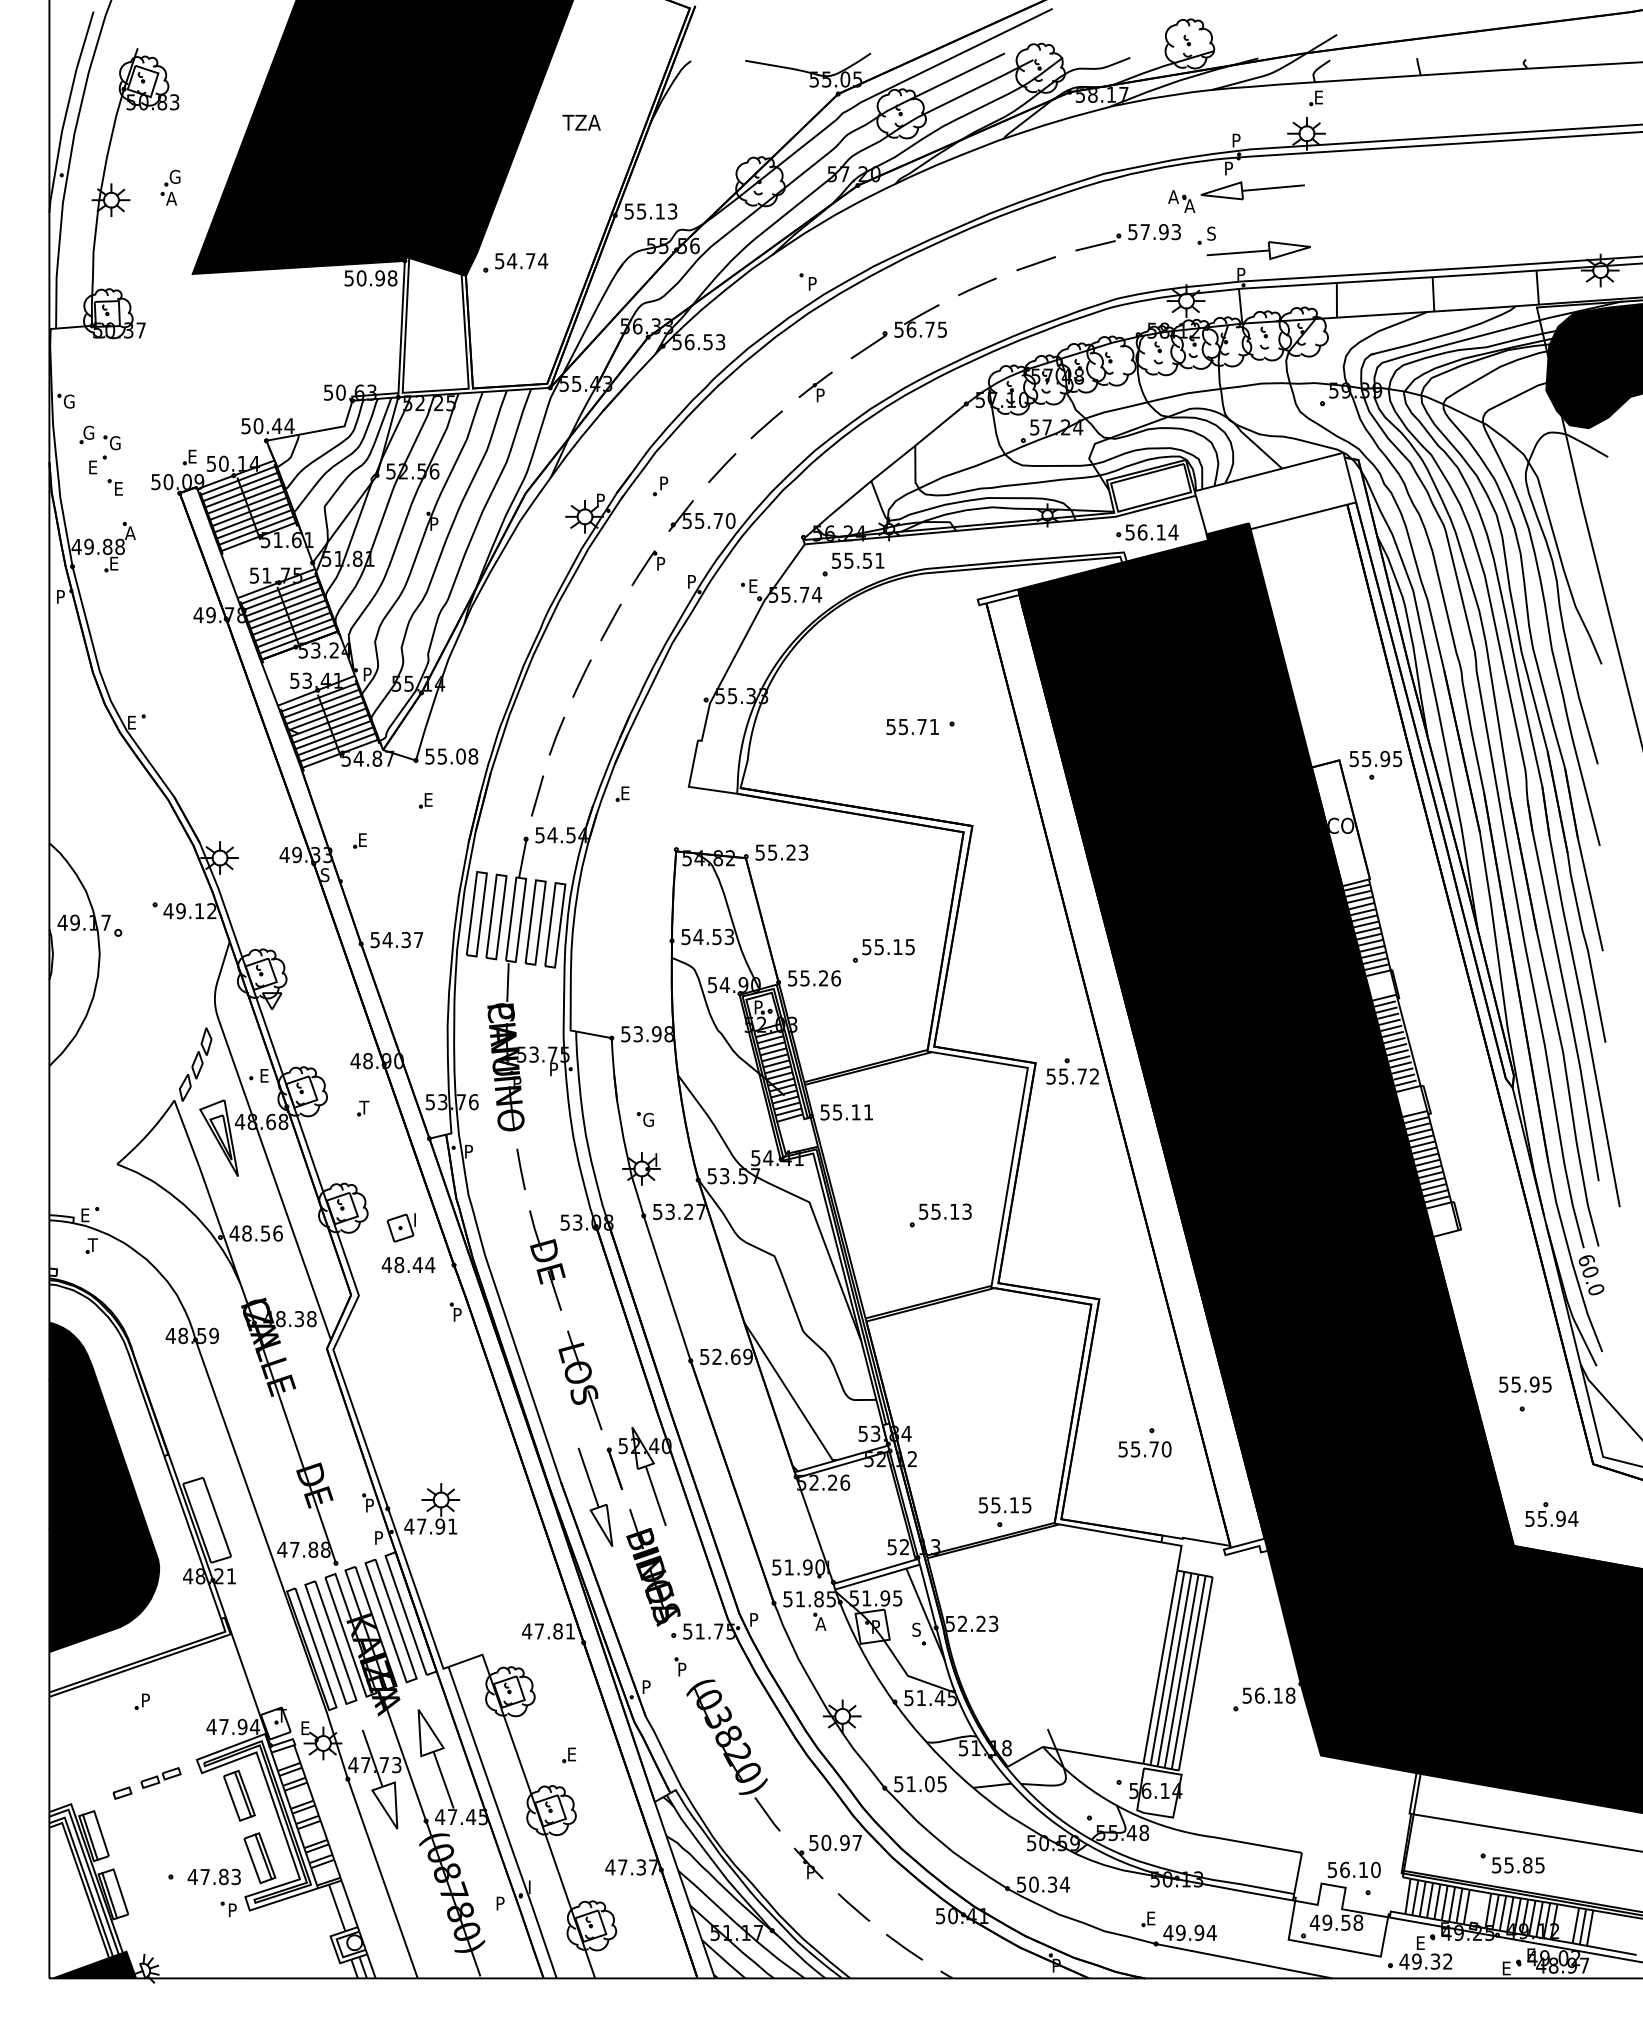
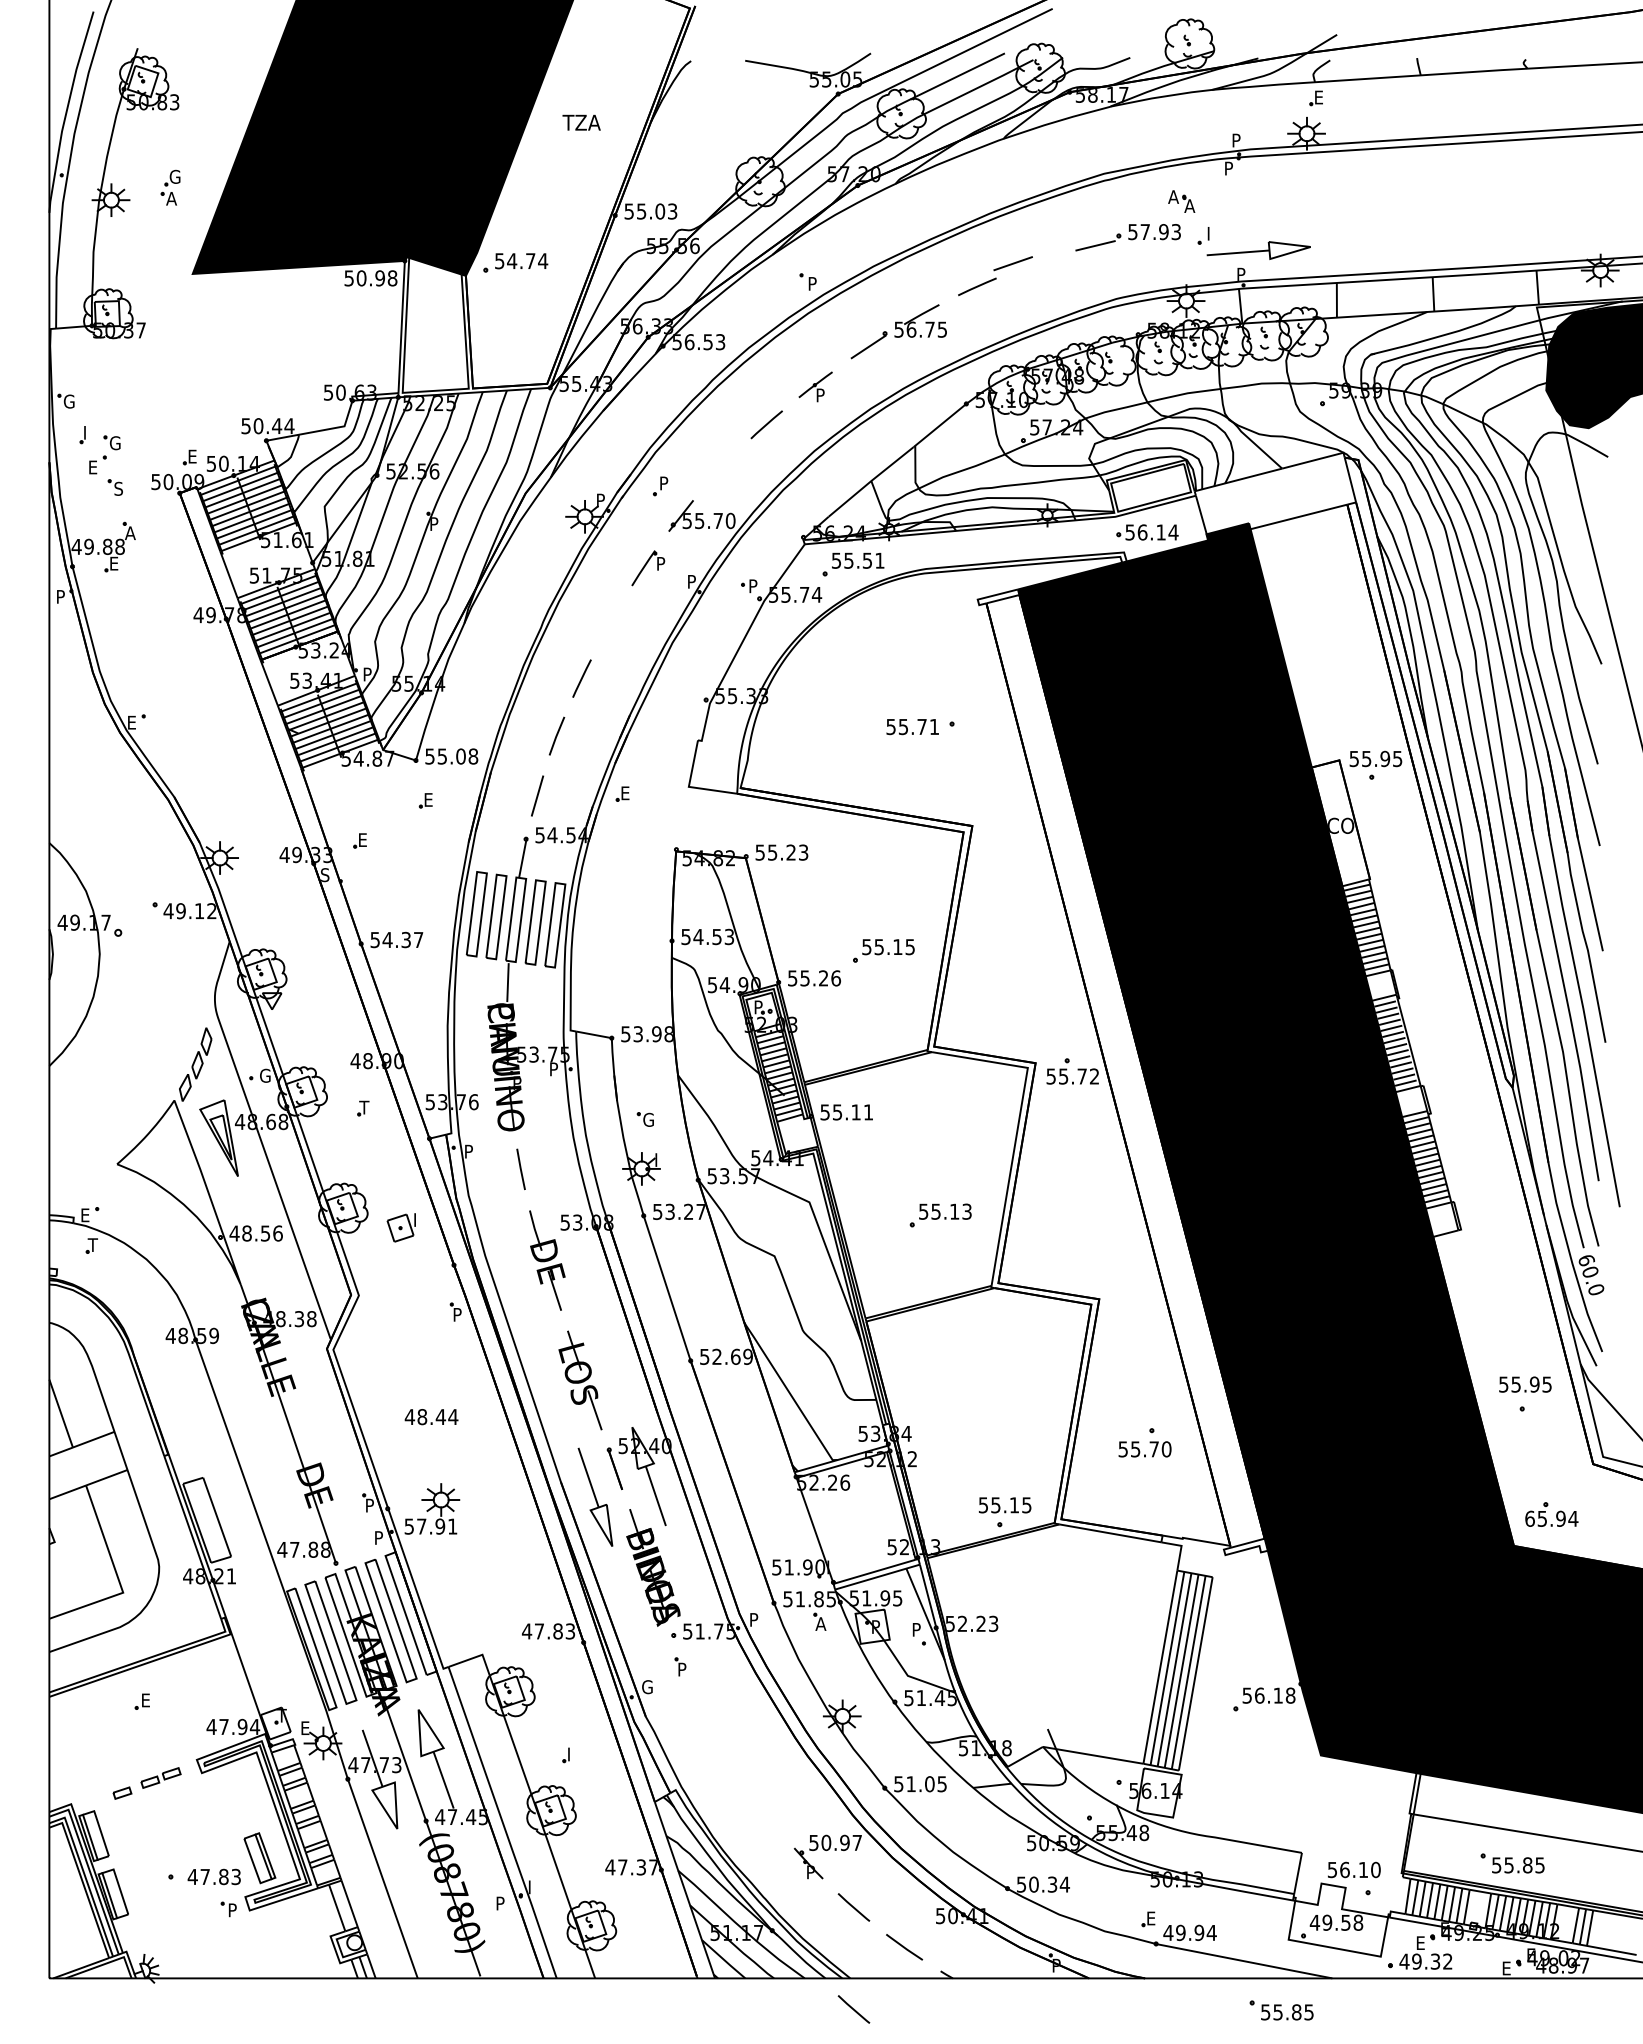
part at (1252, 190): present -> none
text at (660, 211): 55.13 -> 55.03
text at (1211, 233): S -> I
line at (1035, 263) position: (1035, 263) -> (1012, 263)
text at (88, 432): G -> I
line at (722, 468): present -> none
text at (118, 488): E -> S
text at (754, 586): E -> P
line at (610, 622): present -> none
text at (265, 1075): E -> G
text at (408, 1265) position: (408, 1265) -> (431, 1417)
fill at (104, 1487): present -> none
text at (1529, 1518): 55.94 -> 65.94
text at (409, 1526): 47.91 -> 57.91
text at (916, 1629): S -> P
text at (570, 1631): 47.81 -> 47.83
text at (647, 1687): P -> G
text at (146, 1700): P -> E
text at (572, 1754): E -> I
part at (733, 1755): present -> none
part at (239, 1795): present -> none
fill at (94, 1964): present -> none
line at (853, 2009): none -> present
part at (1281, 2010): none -> present
